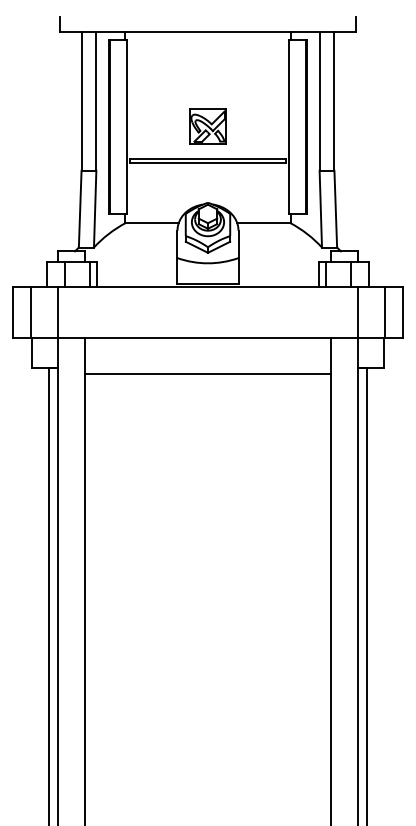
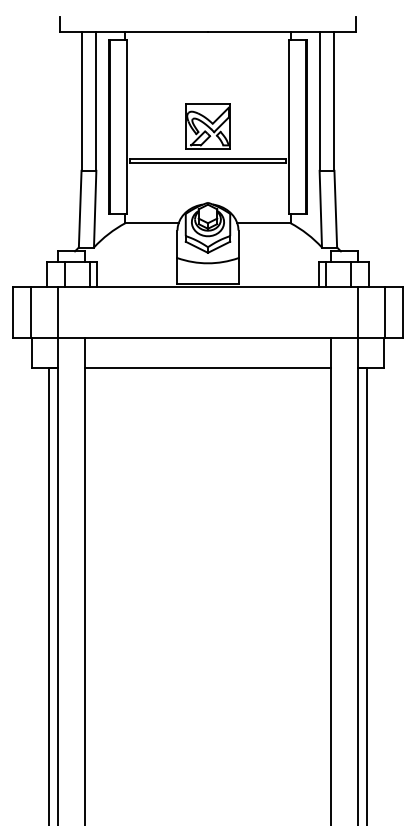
part at (207, 126) size: 38x37 px -> 46x47 px
line at (207, 374) position: (207, 374) -> (207, 368)
